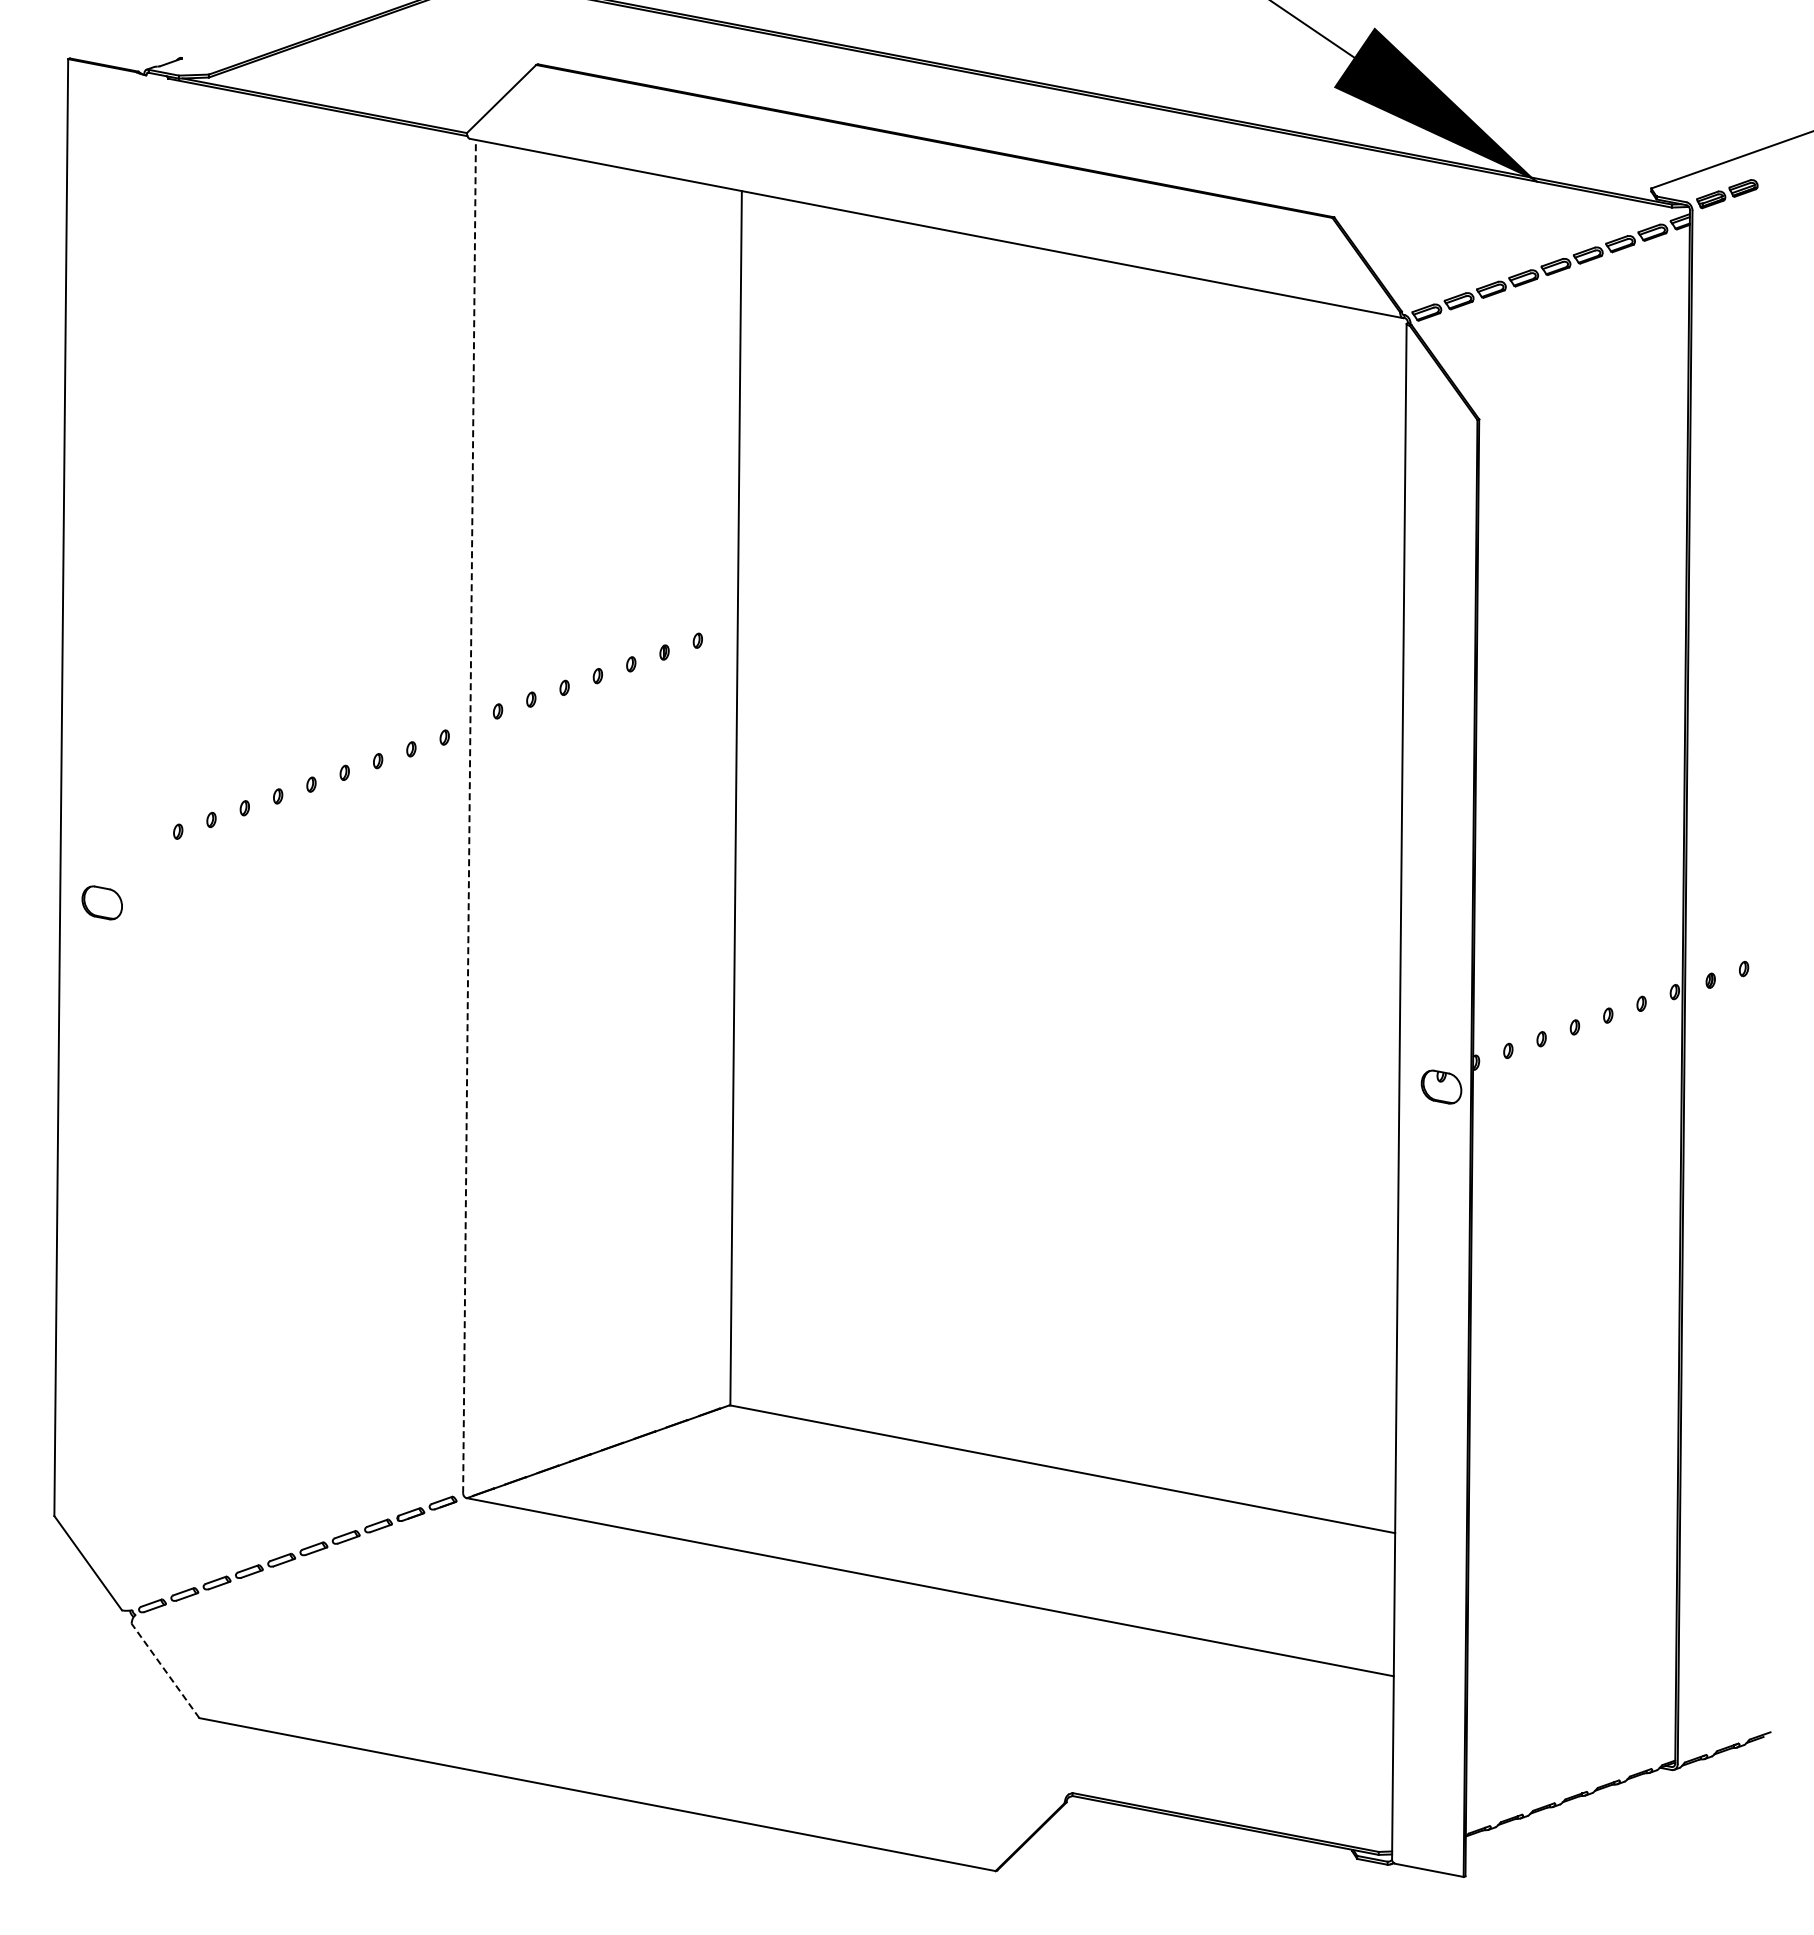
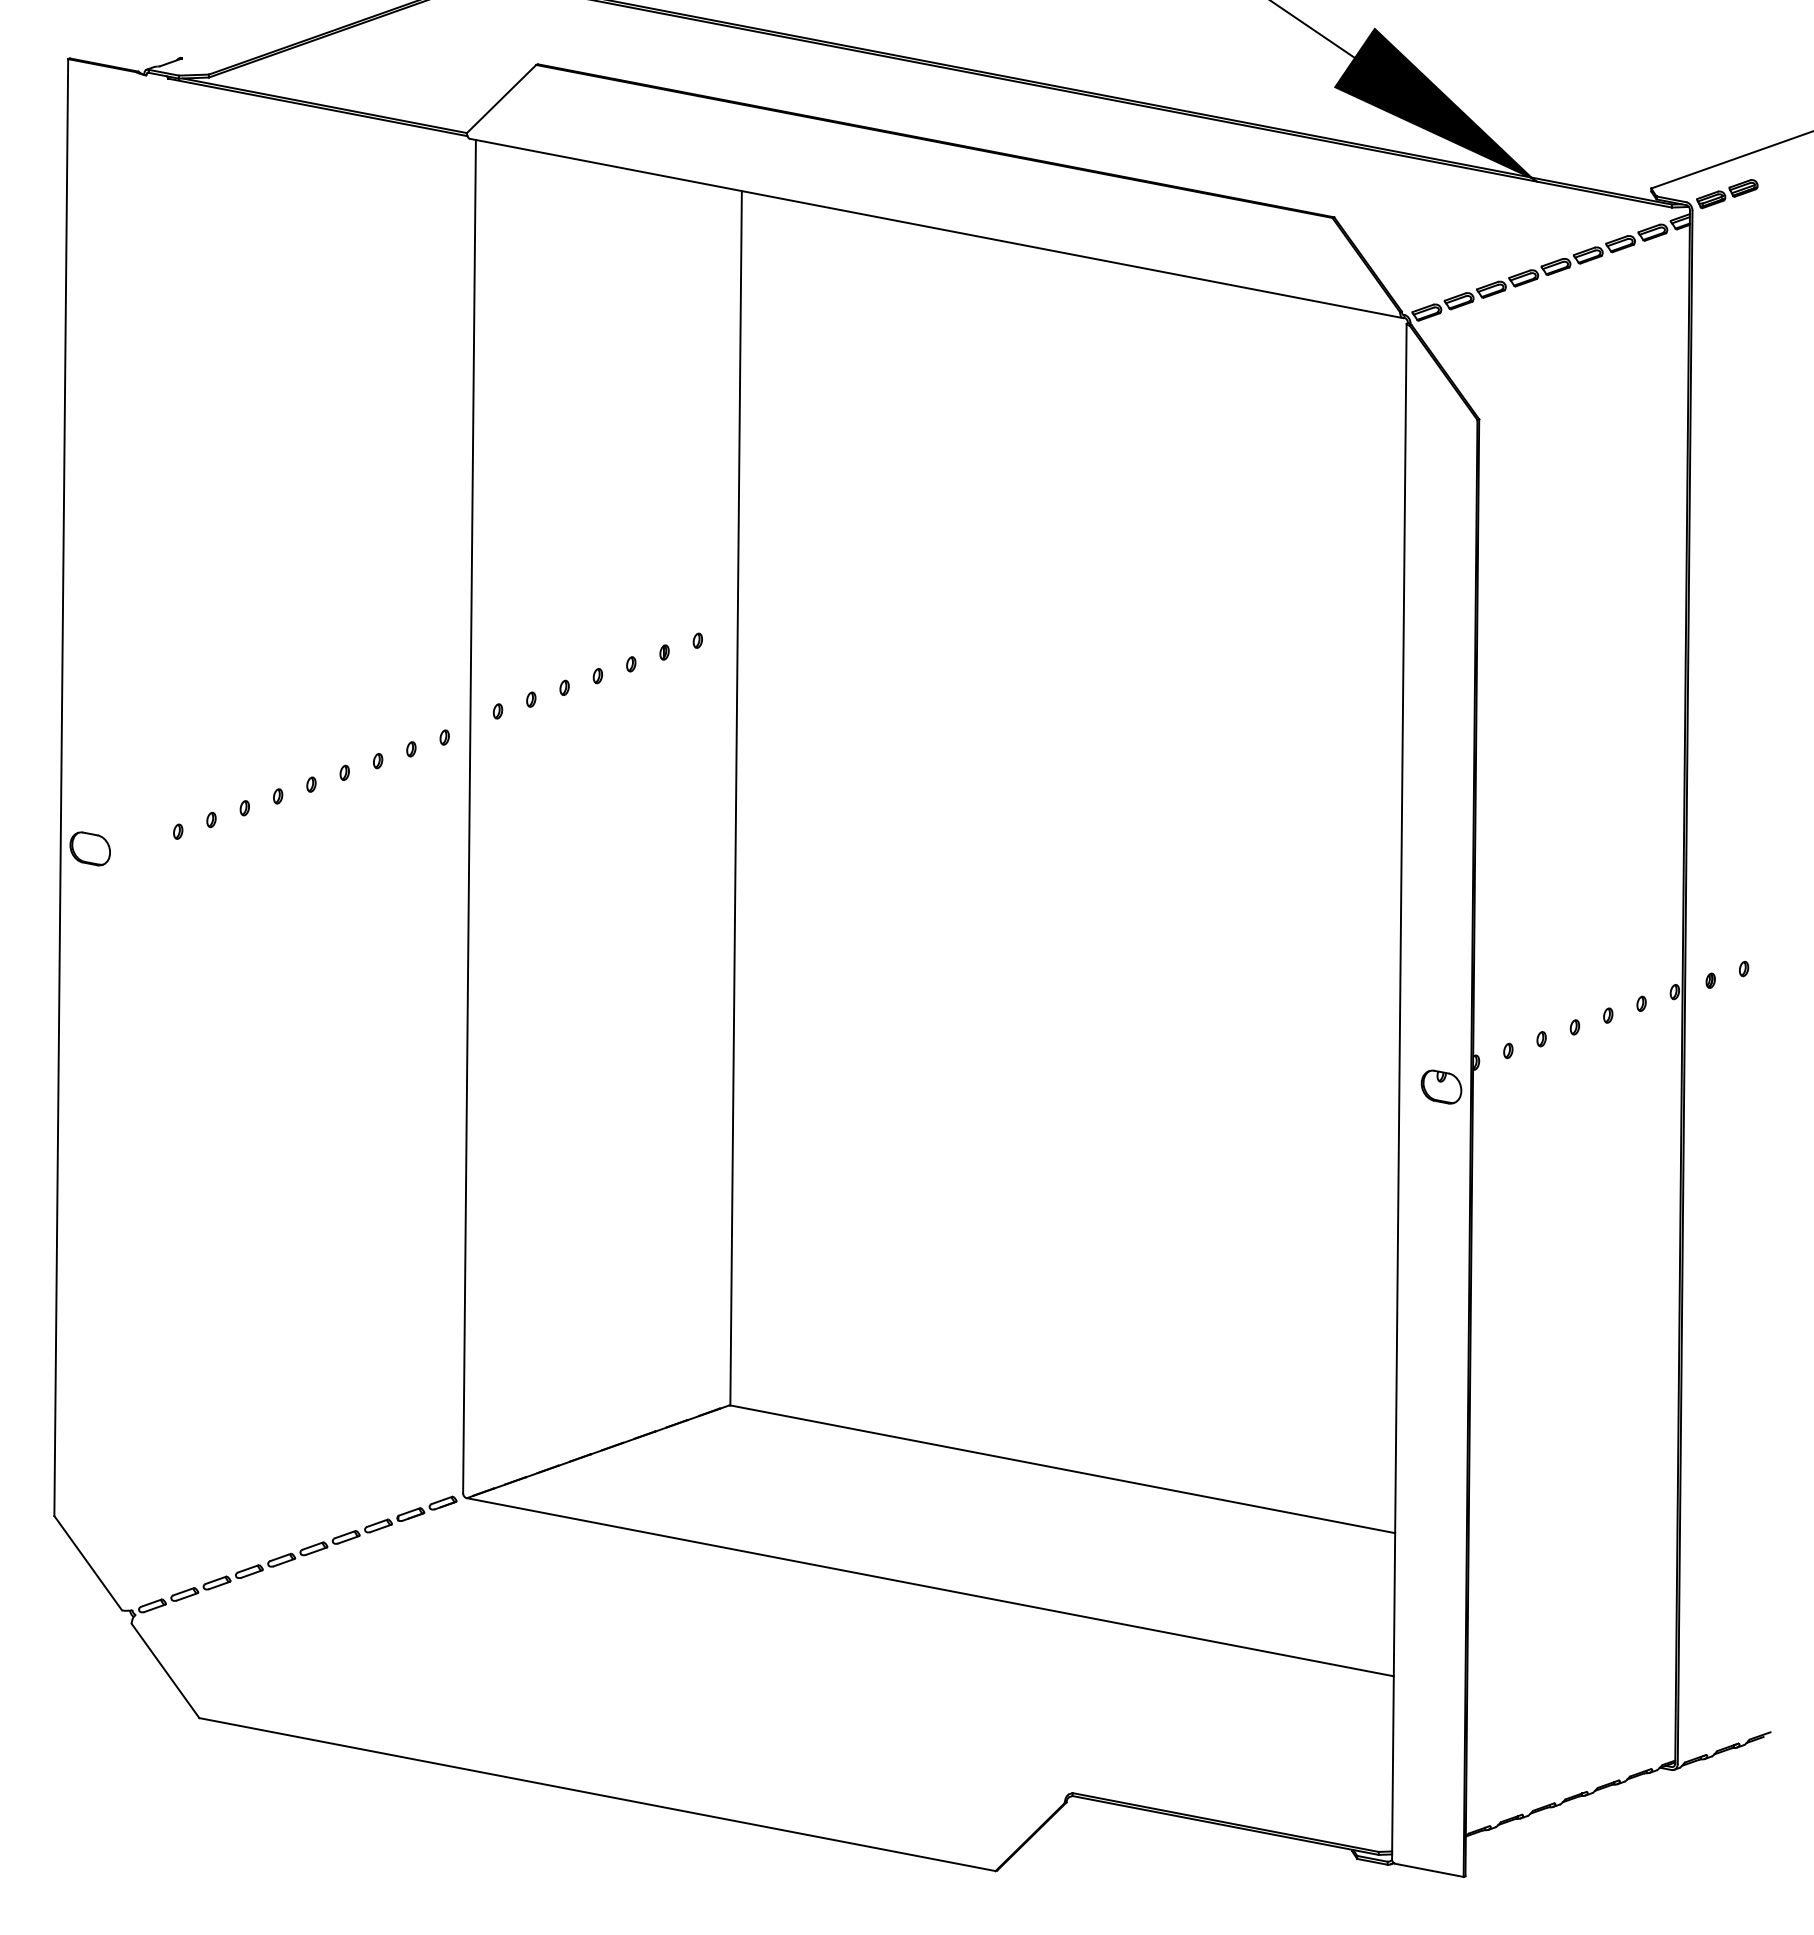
line at (469, 816): dashed -> solid
part at (101, 902) position: (101, 902) -> (89, 848)
line at (165, 1670): dashed -> solid
